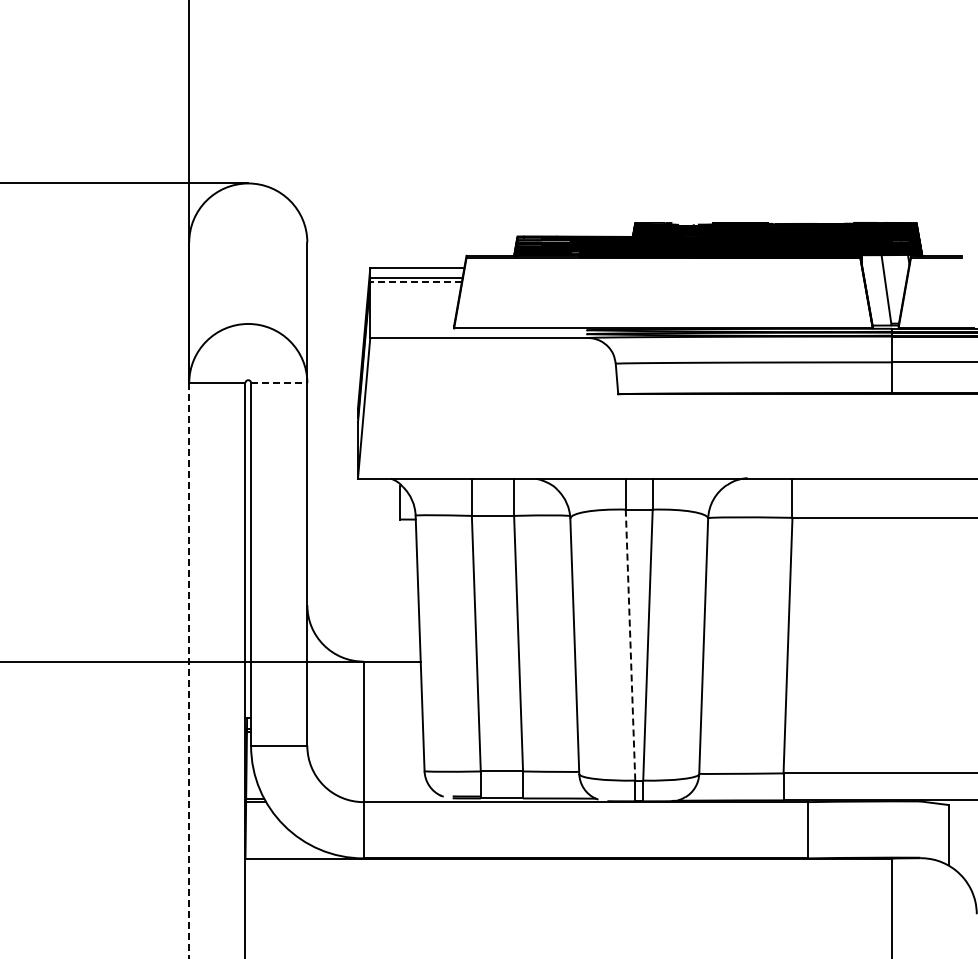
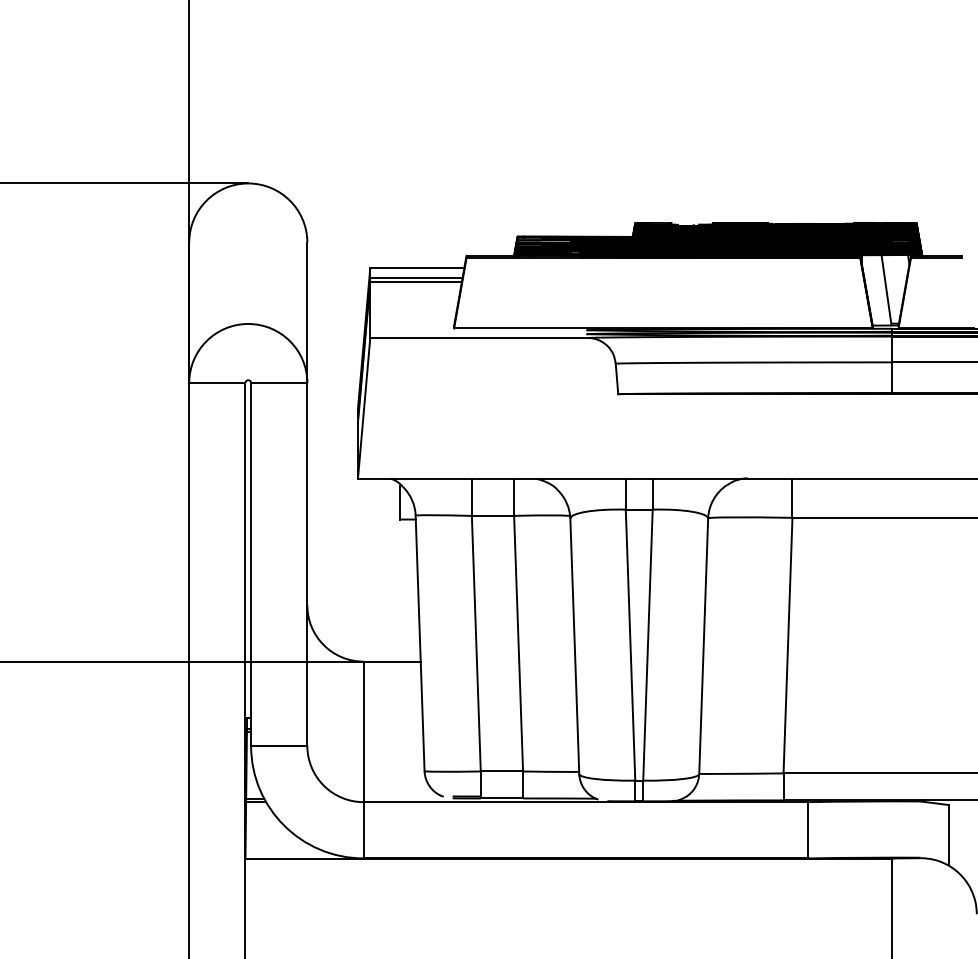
line at (416, 282): dashed -> solid
line at (279, 383): dashed -> solid
line at (630, 645): dashed -> solid
line at (189, 671): dashed -> solid
